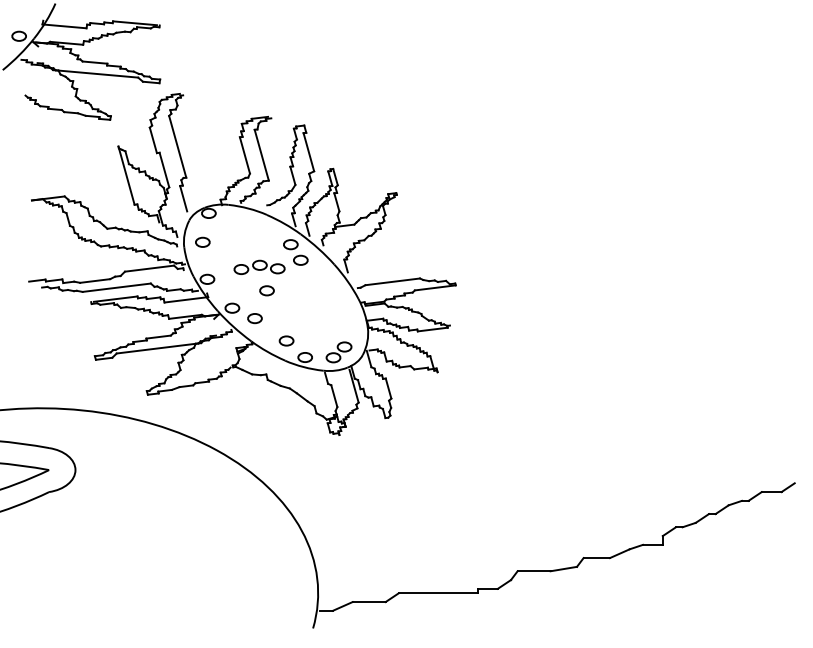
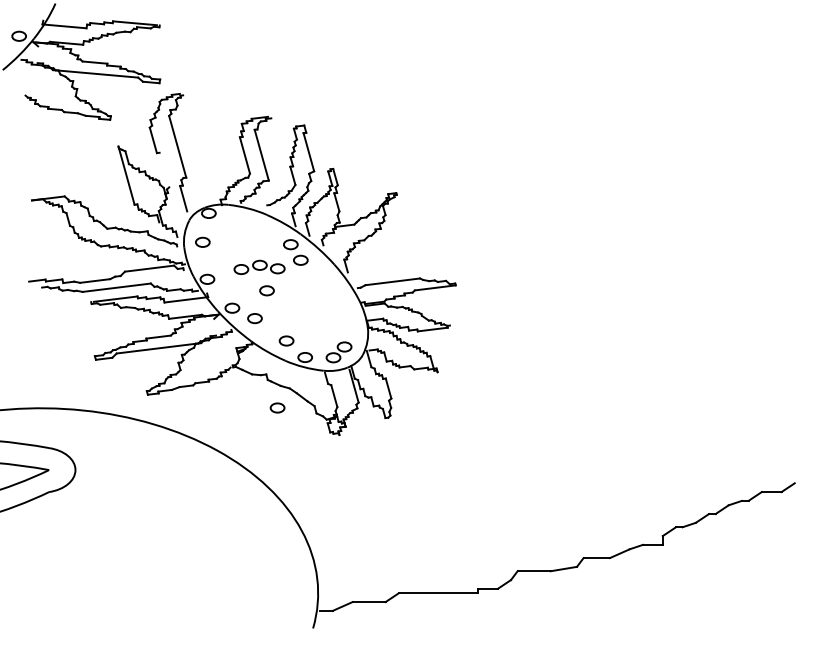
line at (164, 169): present -> none
part at (277, 407): none -> present
